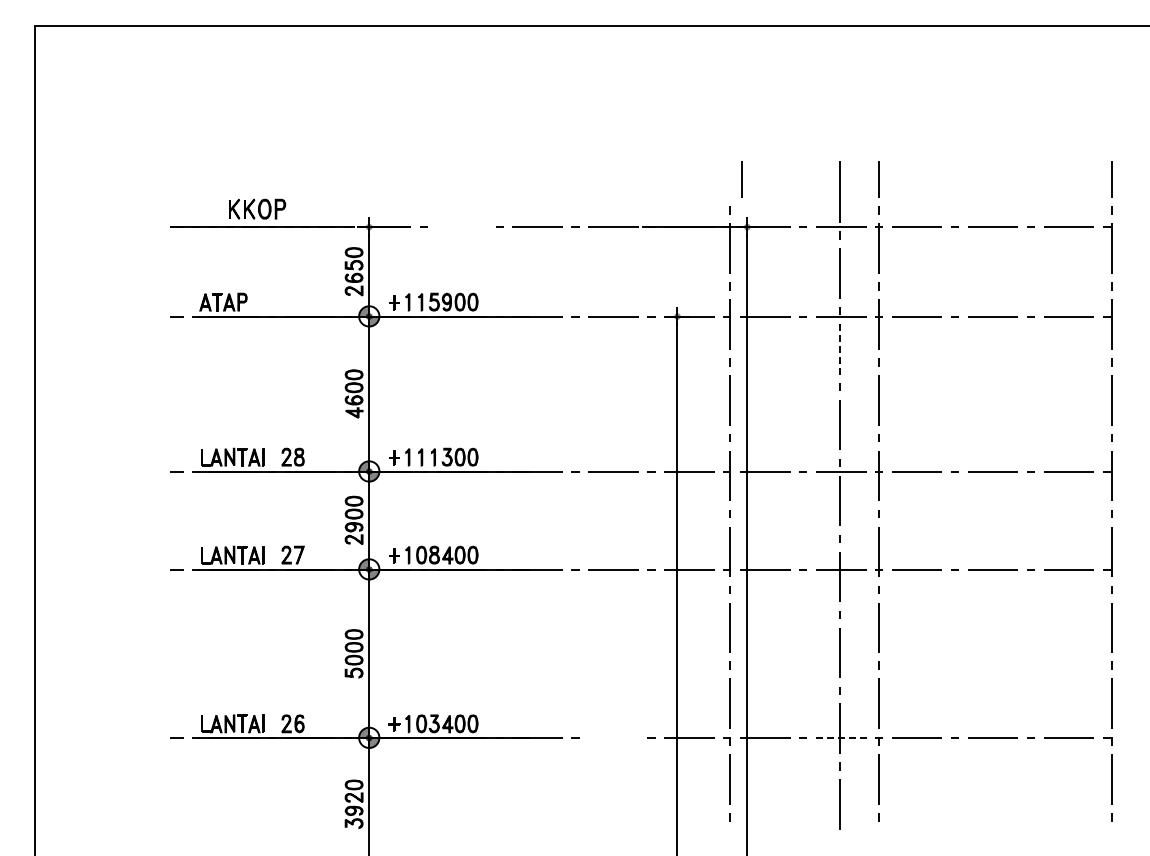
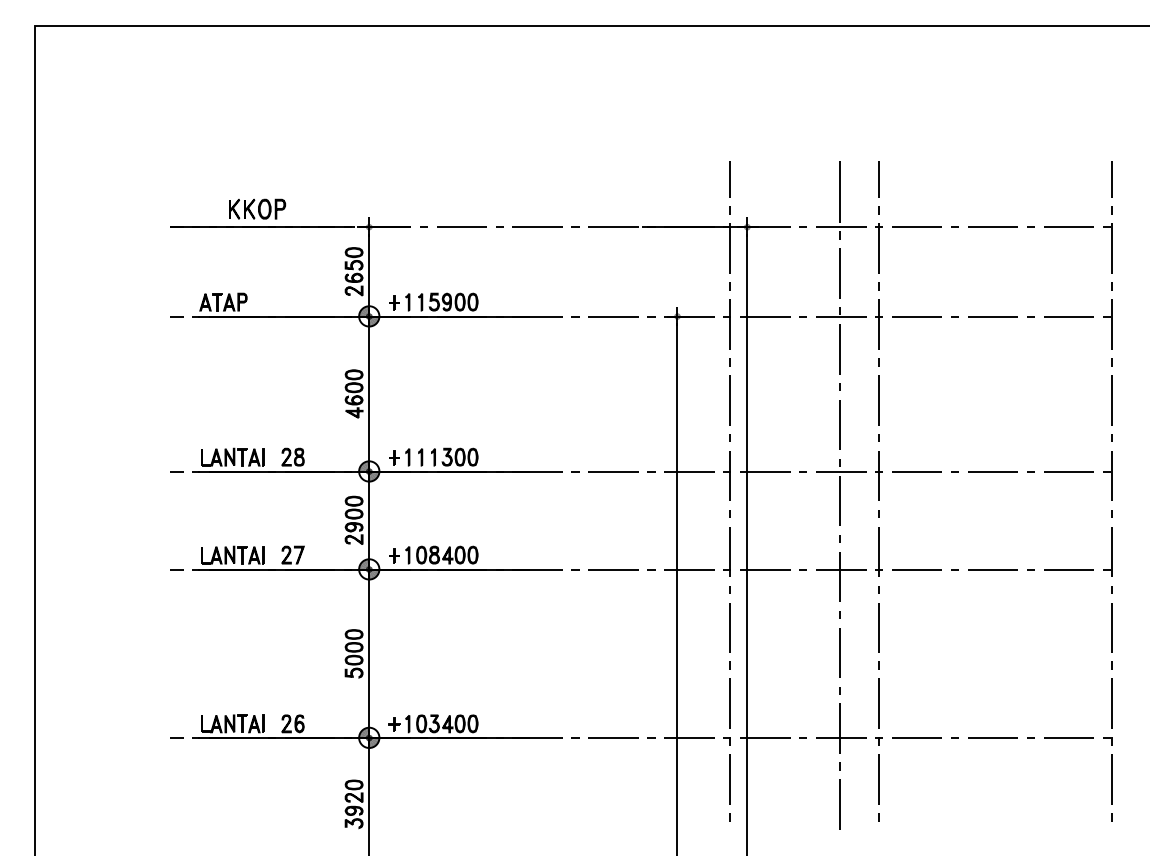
line at (741, 179) position: (741, 179) -> (729, 179)
line at (461, 226): none -> present
line at (839, 349): dashed -> solid
line at (613, 737): none -> present
line at (840, 738): dashed -> solid
